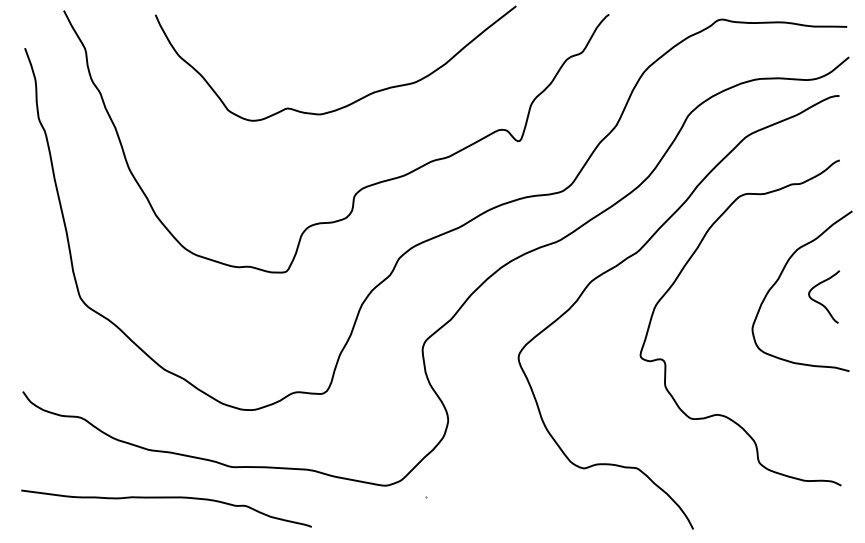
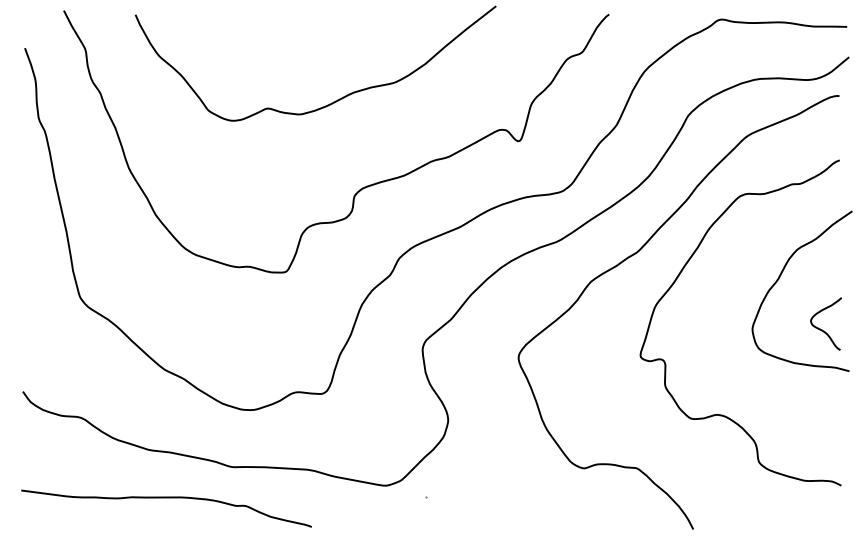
curve at (353, 101) position: (353, 101) -> (333, 101)
curve at (820, 302) position: (820, 302) -> (822, 329)
